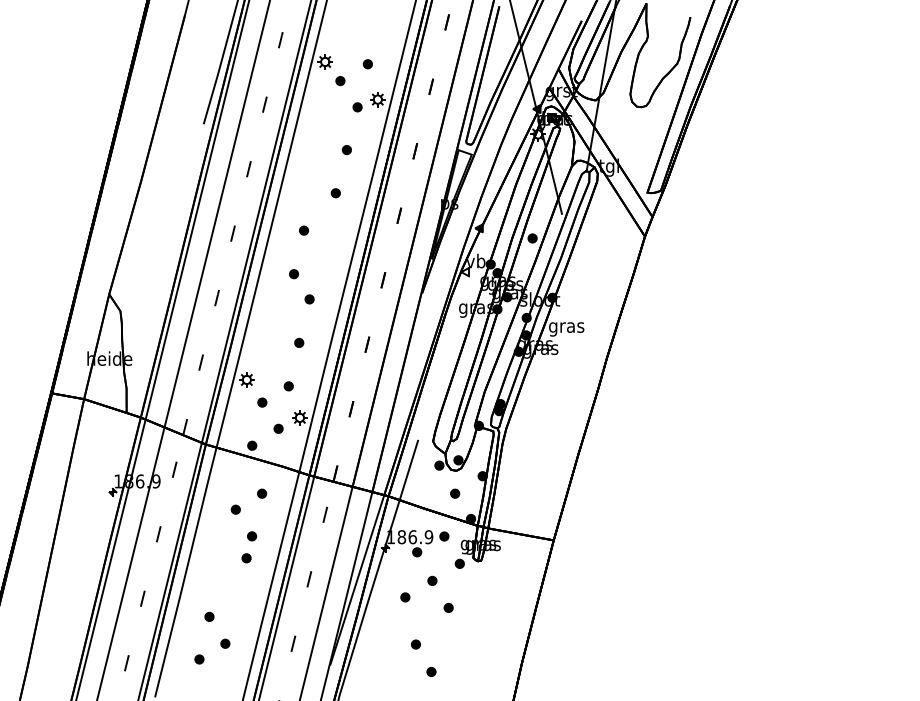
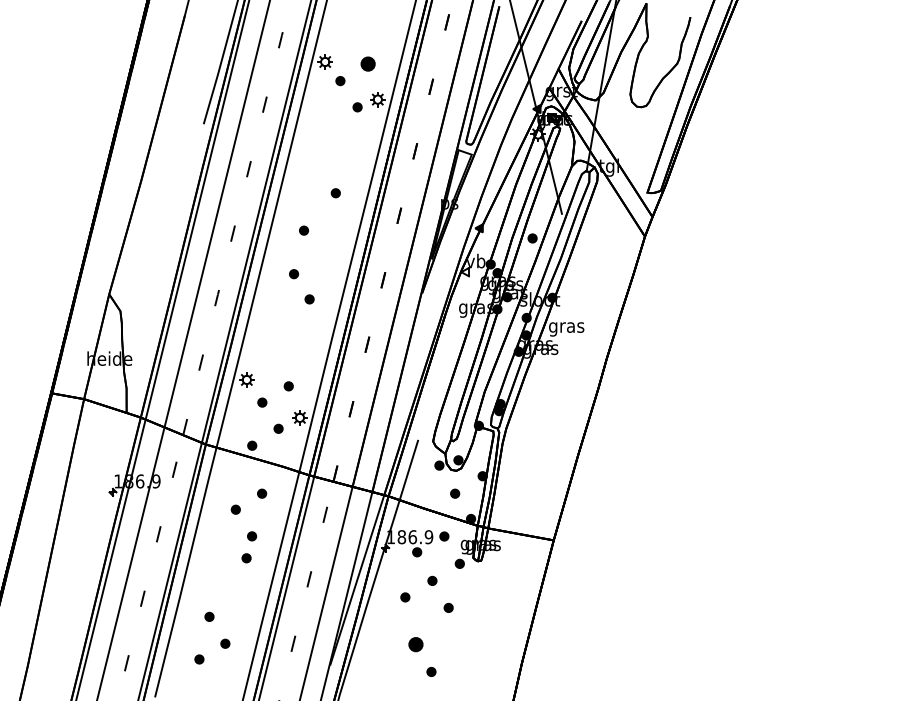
part at (367, 64) size: 11x11 px -> 16x16 px
part at (346, 150): present -> none
part at (299, 342): present -> none
part at (415, 644) size: 10x11 px -> 16x16 px
